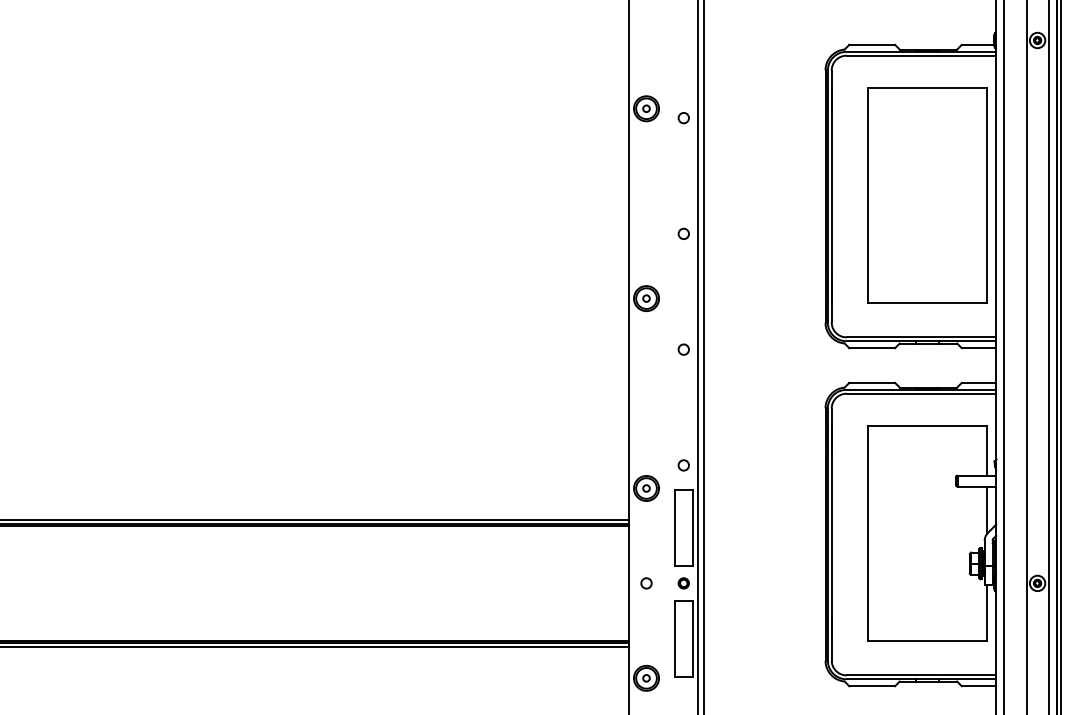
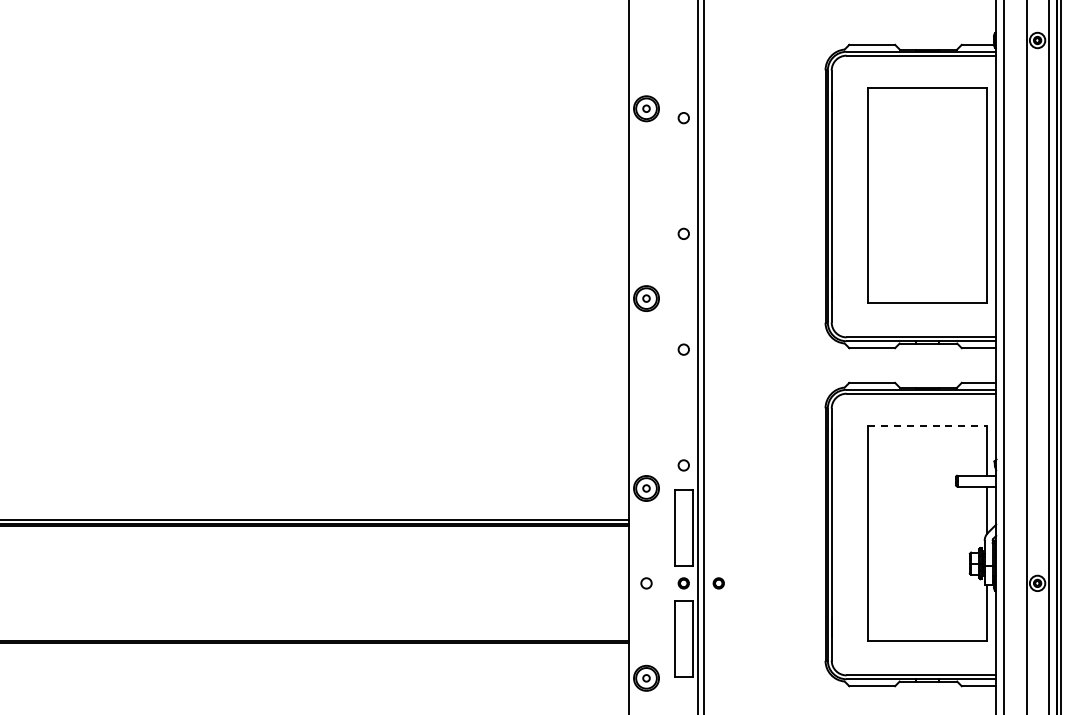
line at (928, 425): solid -> dashed
part at (718, 583): none -> present
line at (315, 646): present -> none
